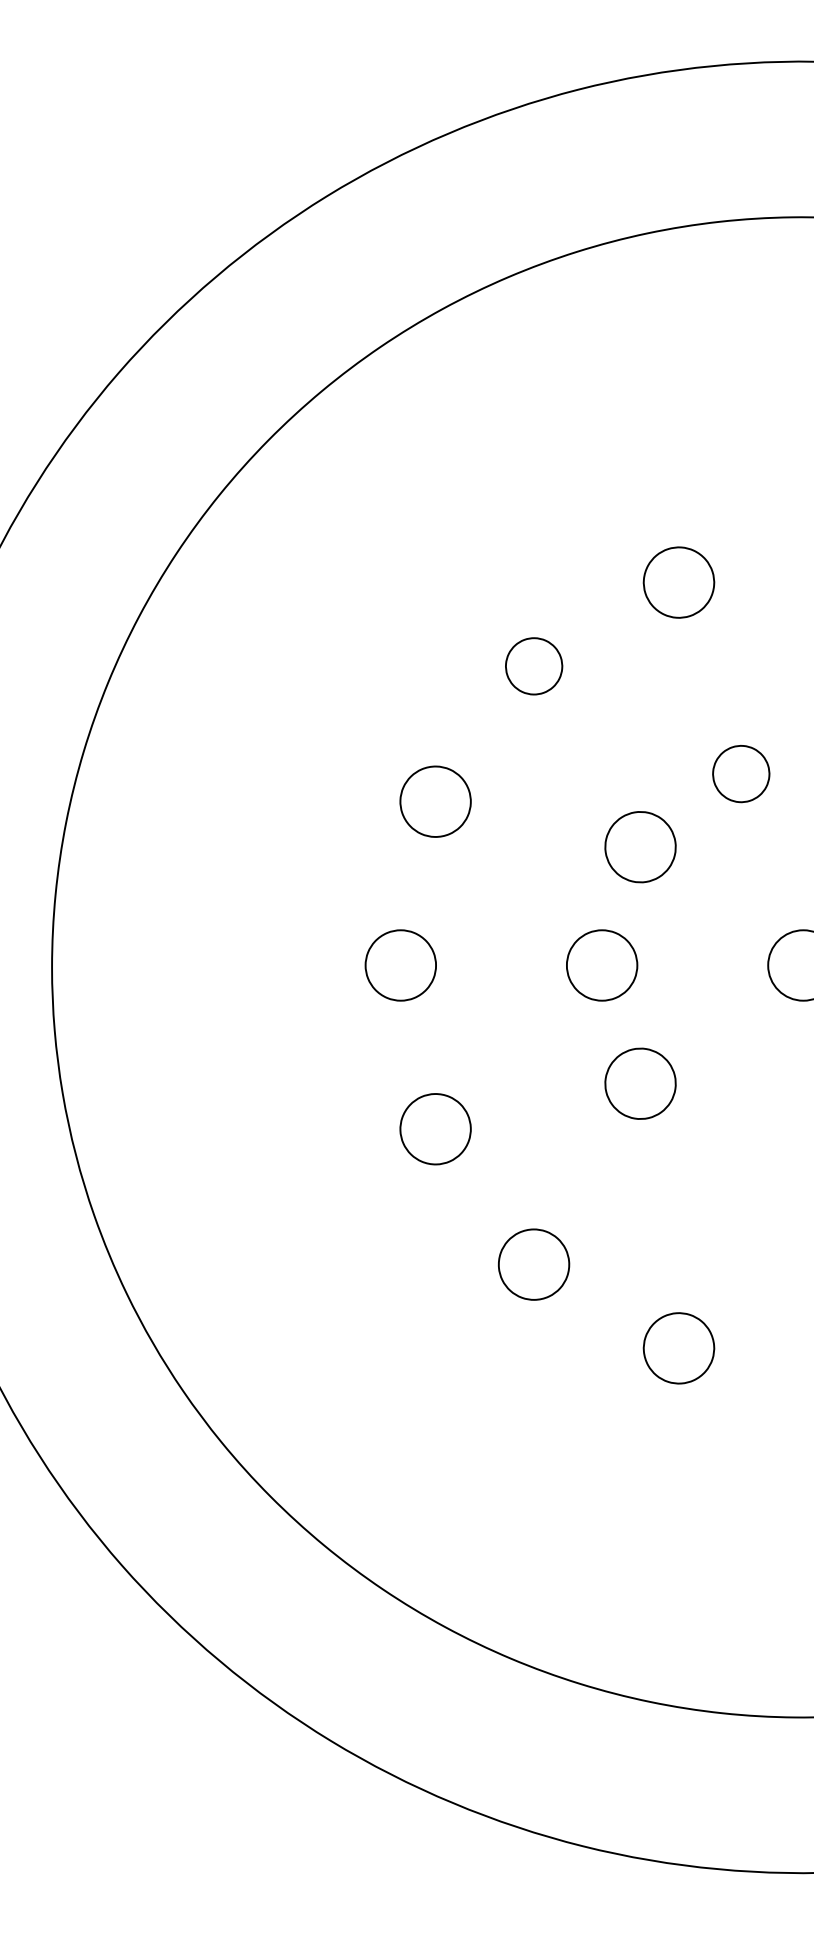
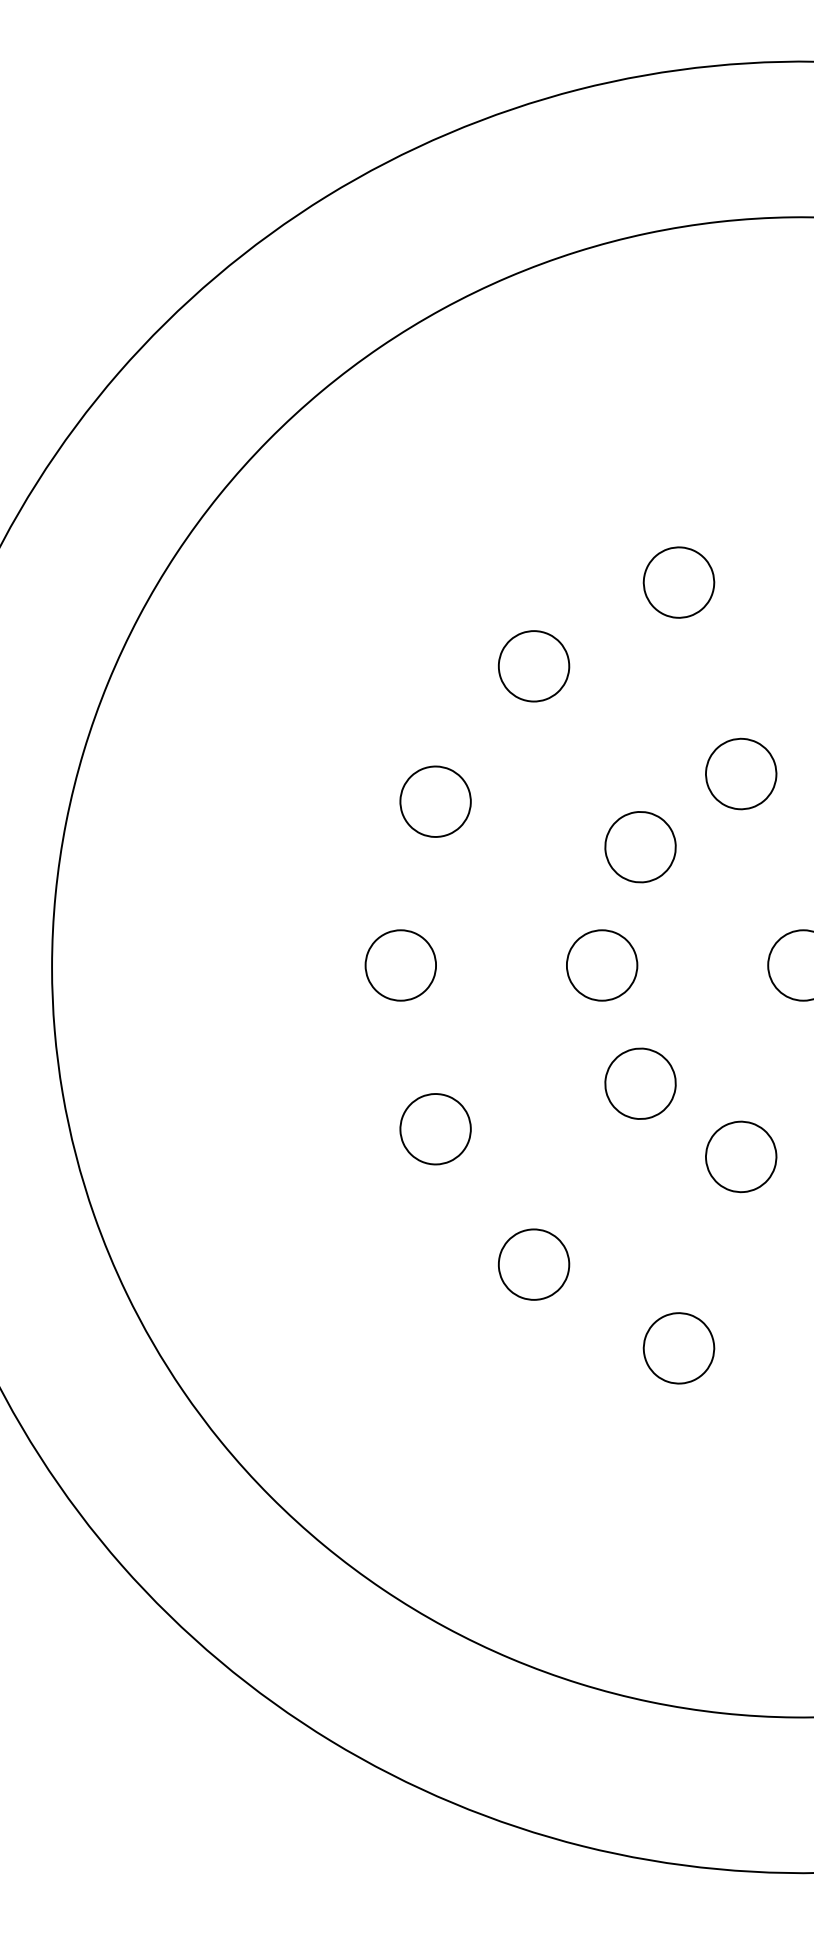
part at (534, 666) size: 59x59 px -> 73x73 px
part at (741, 774) size: 59x59 px -> 73x74 px
part at (741, 1156): none -> present
